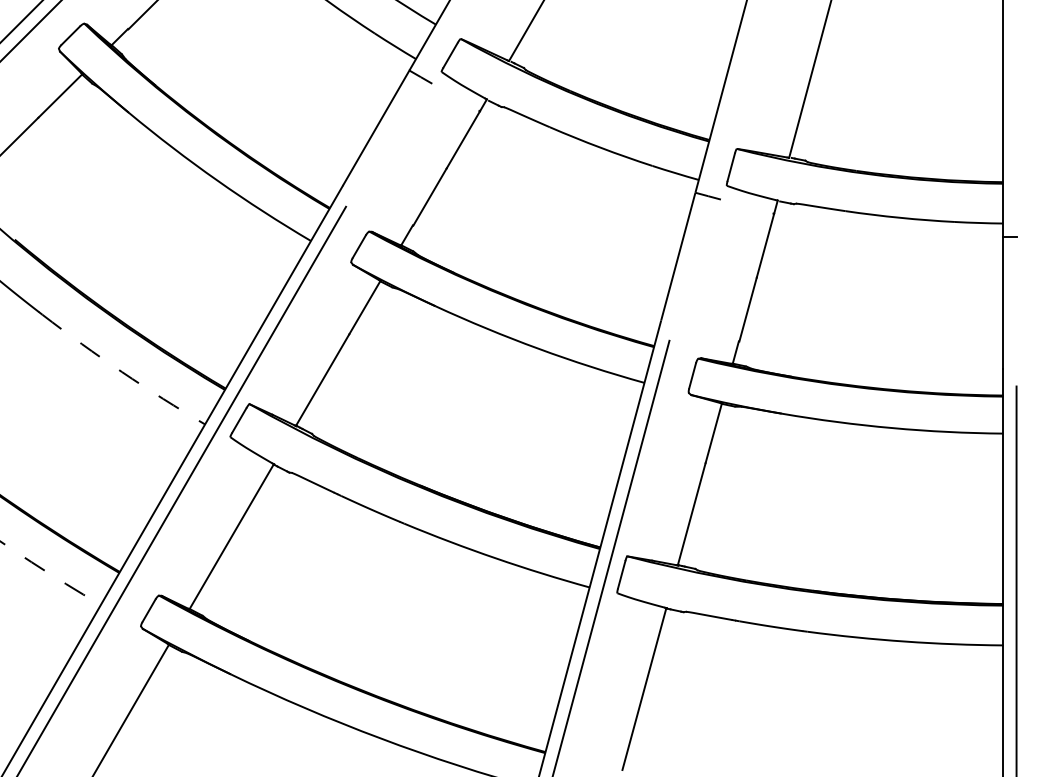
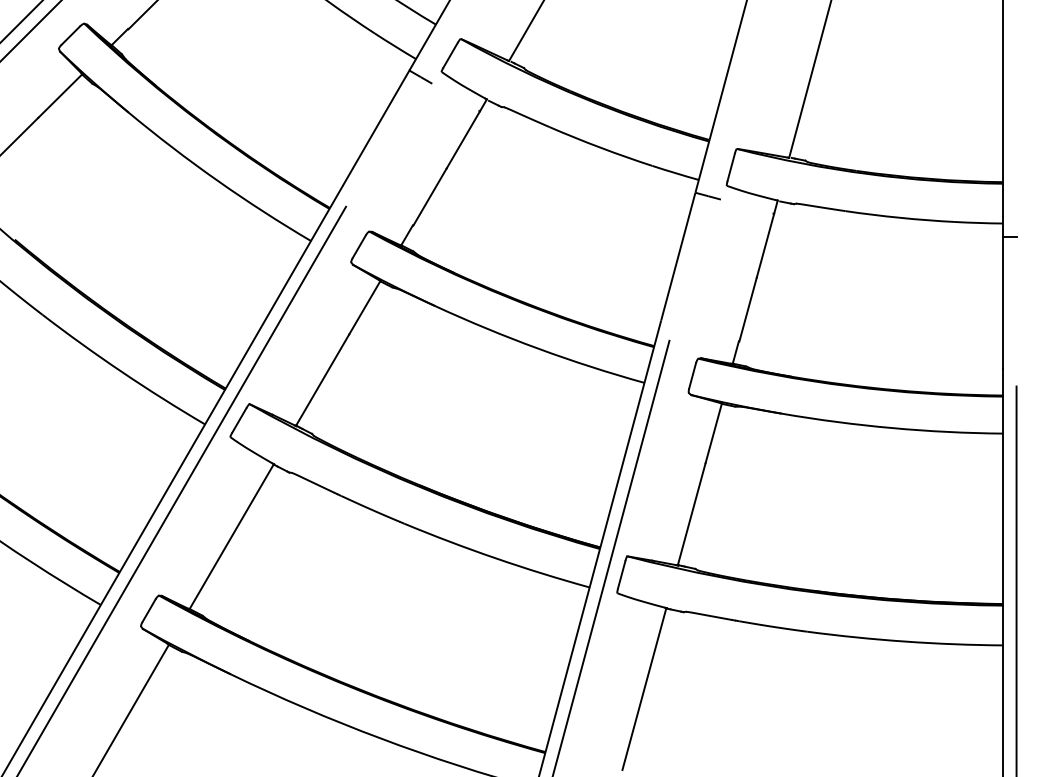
arc at (122, 372): dashed -> solid
arc at (50, 573): dashed -> solid
